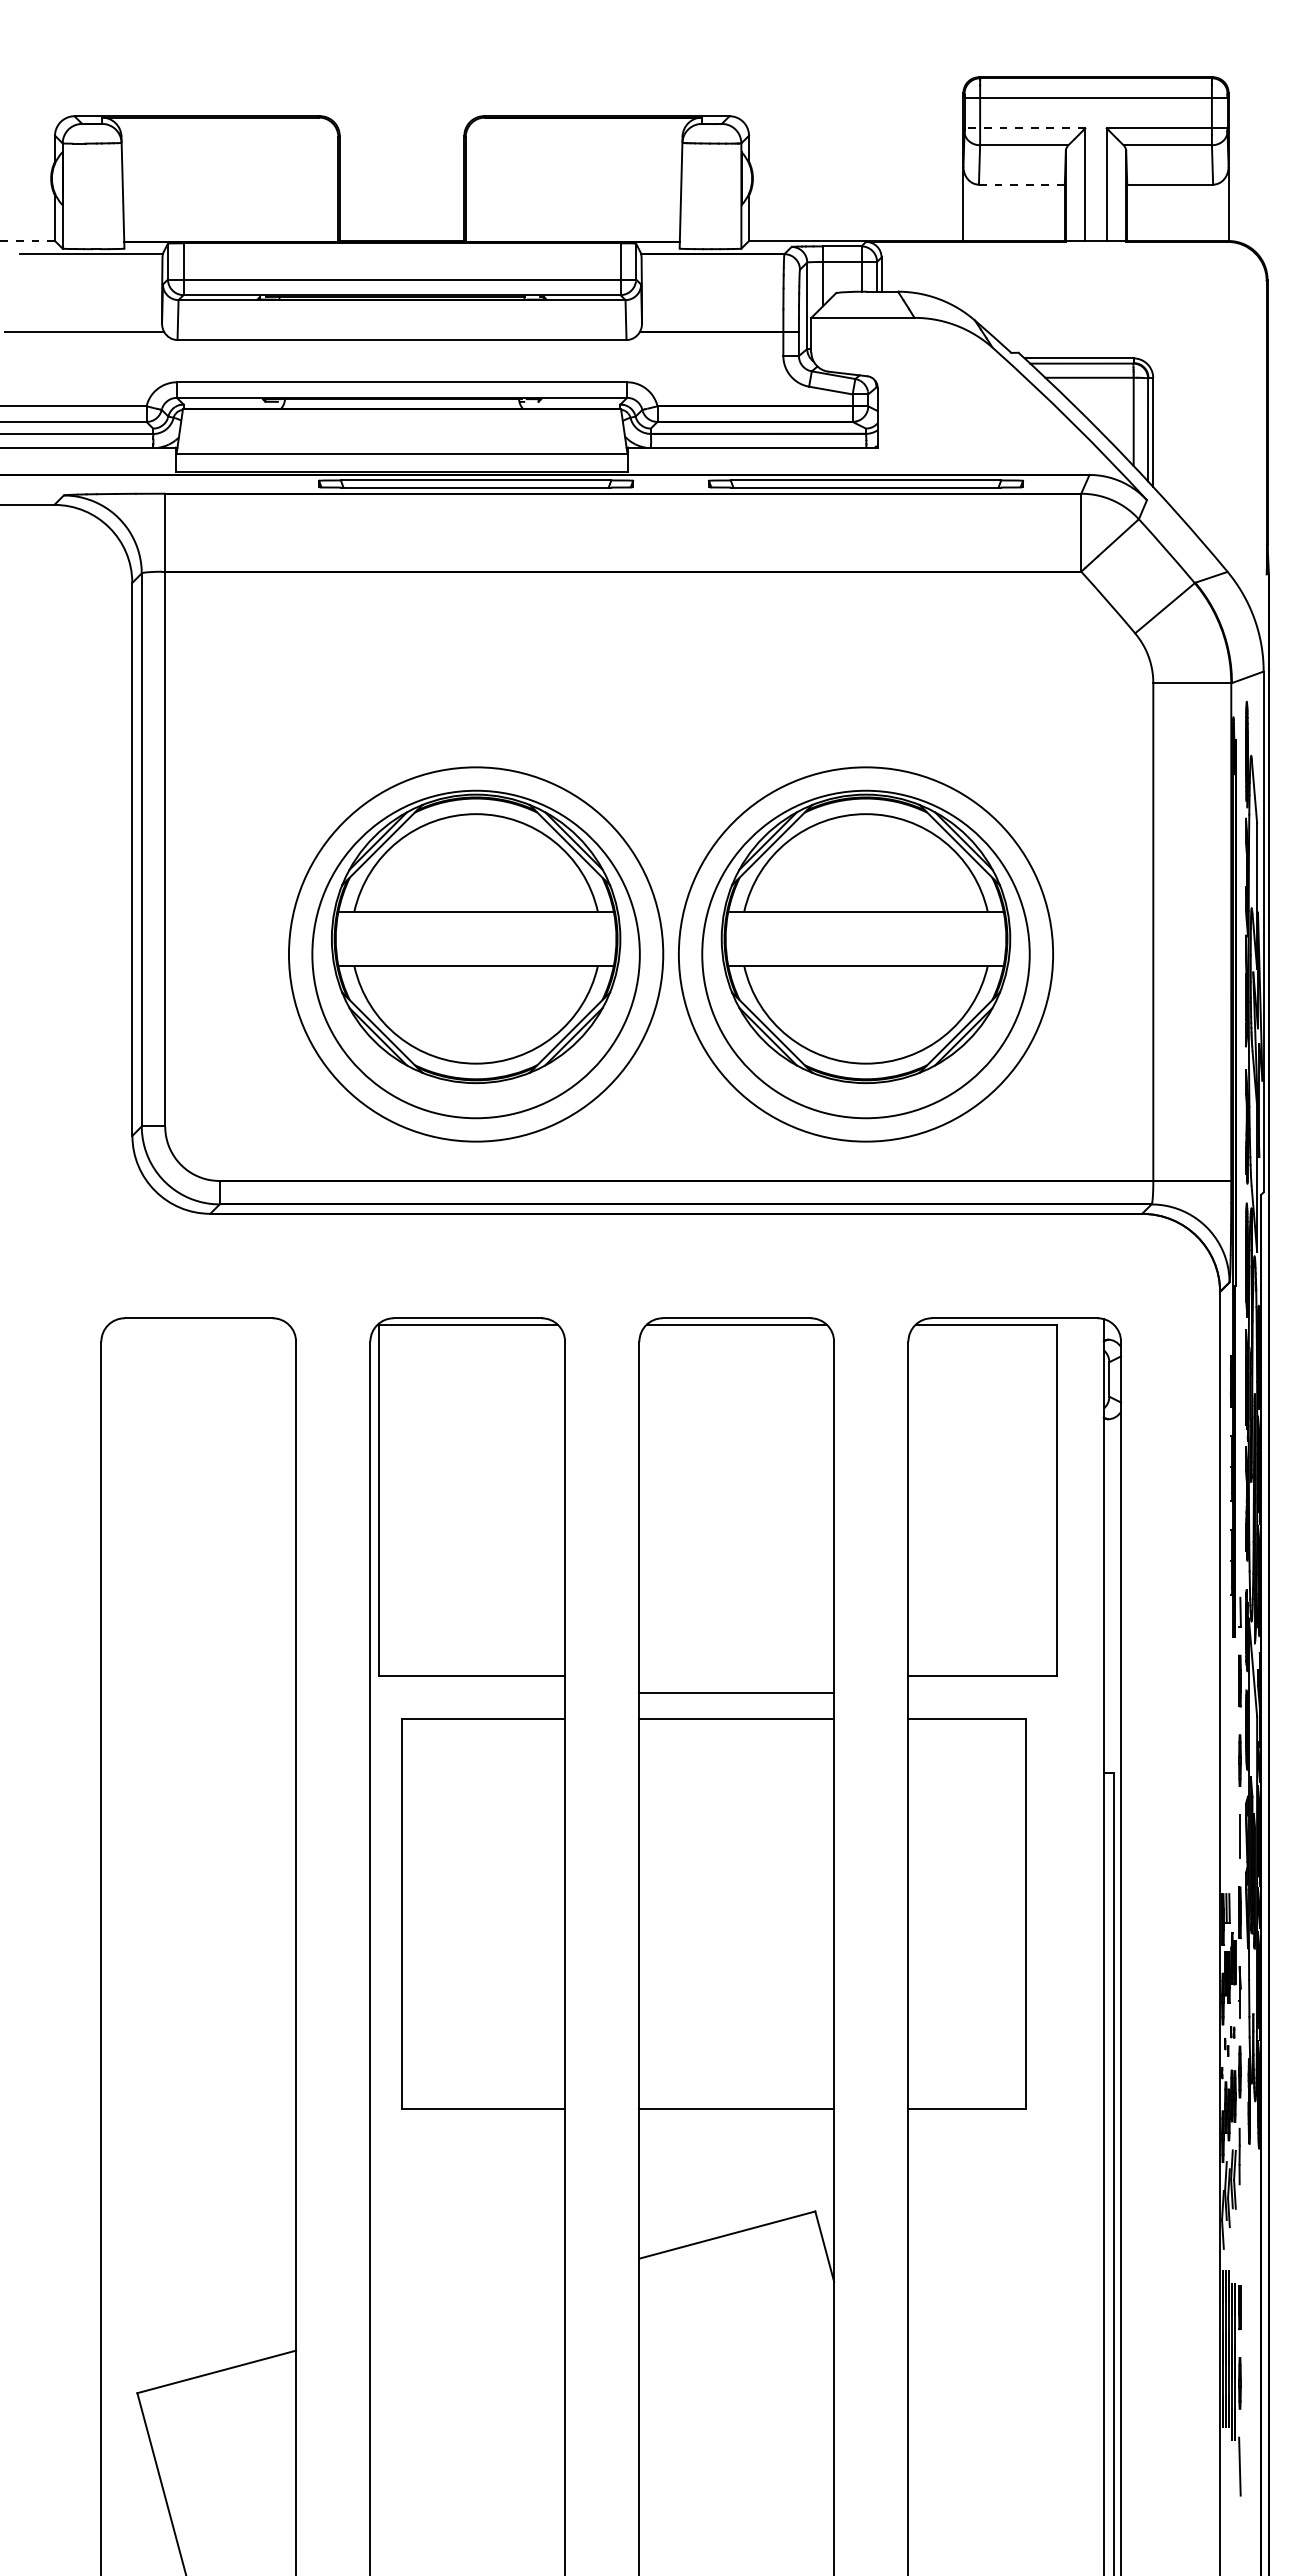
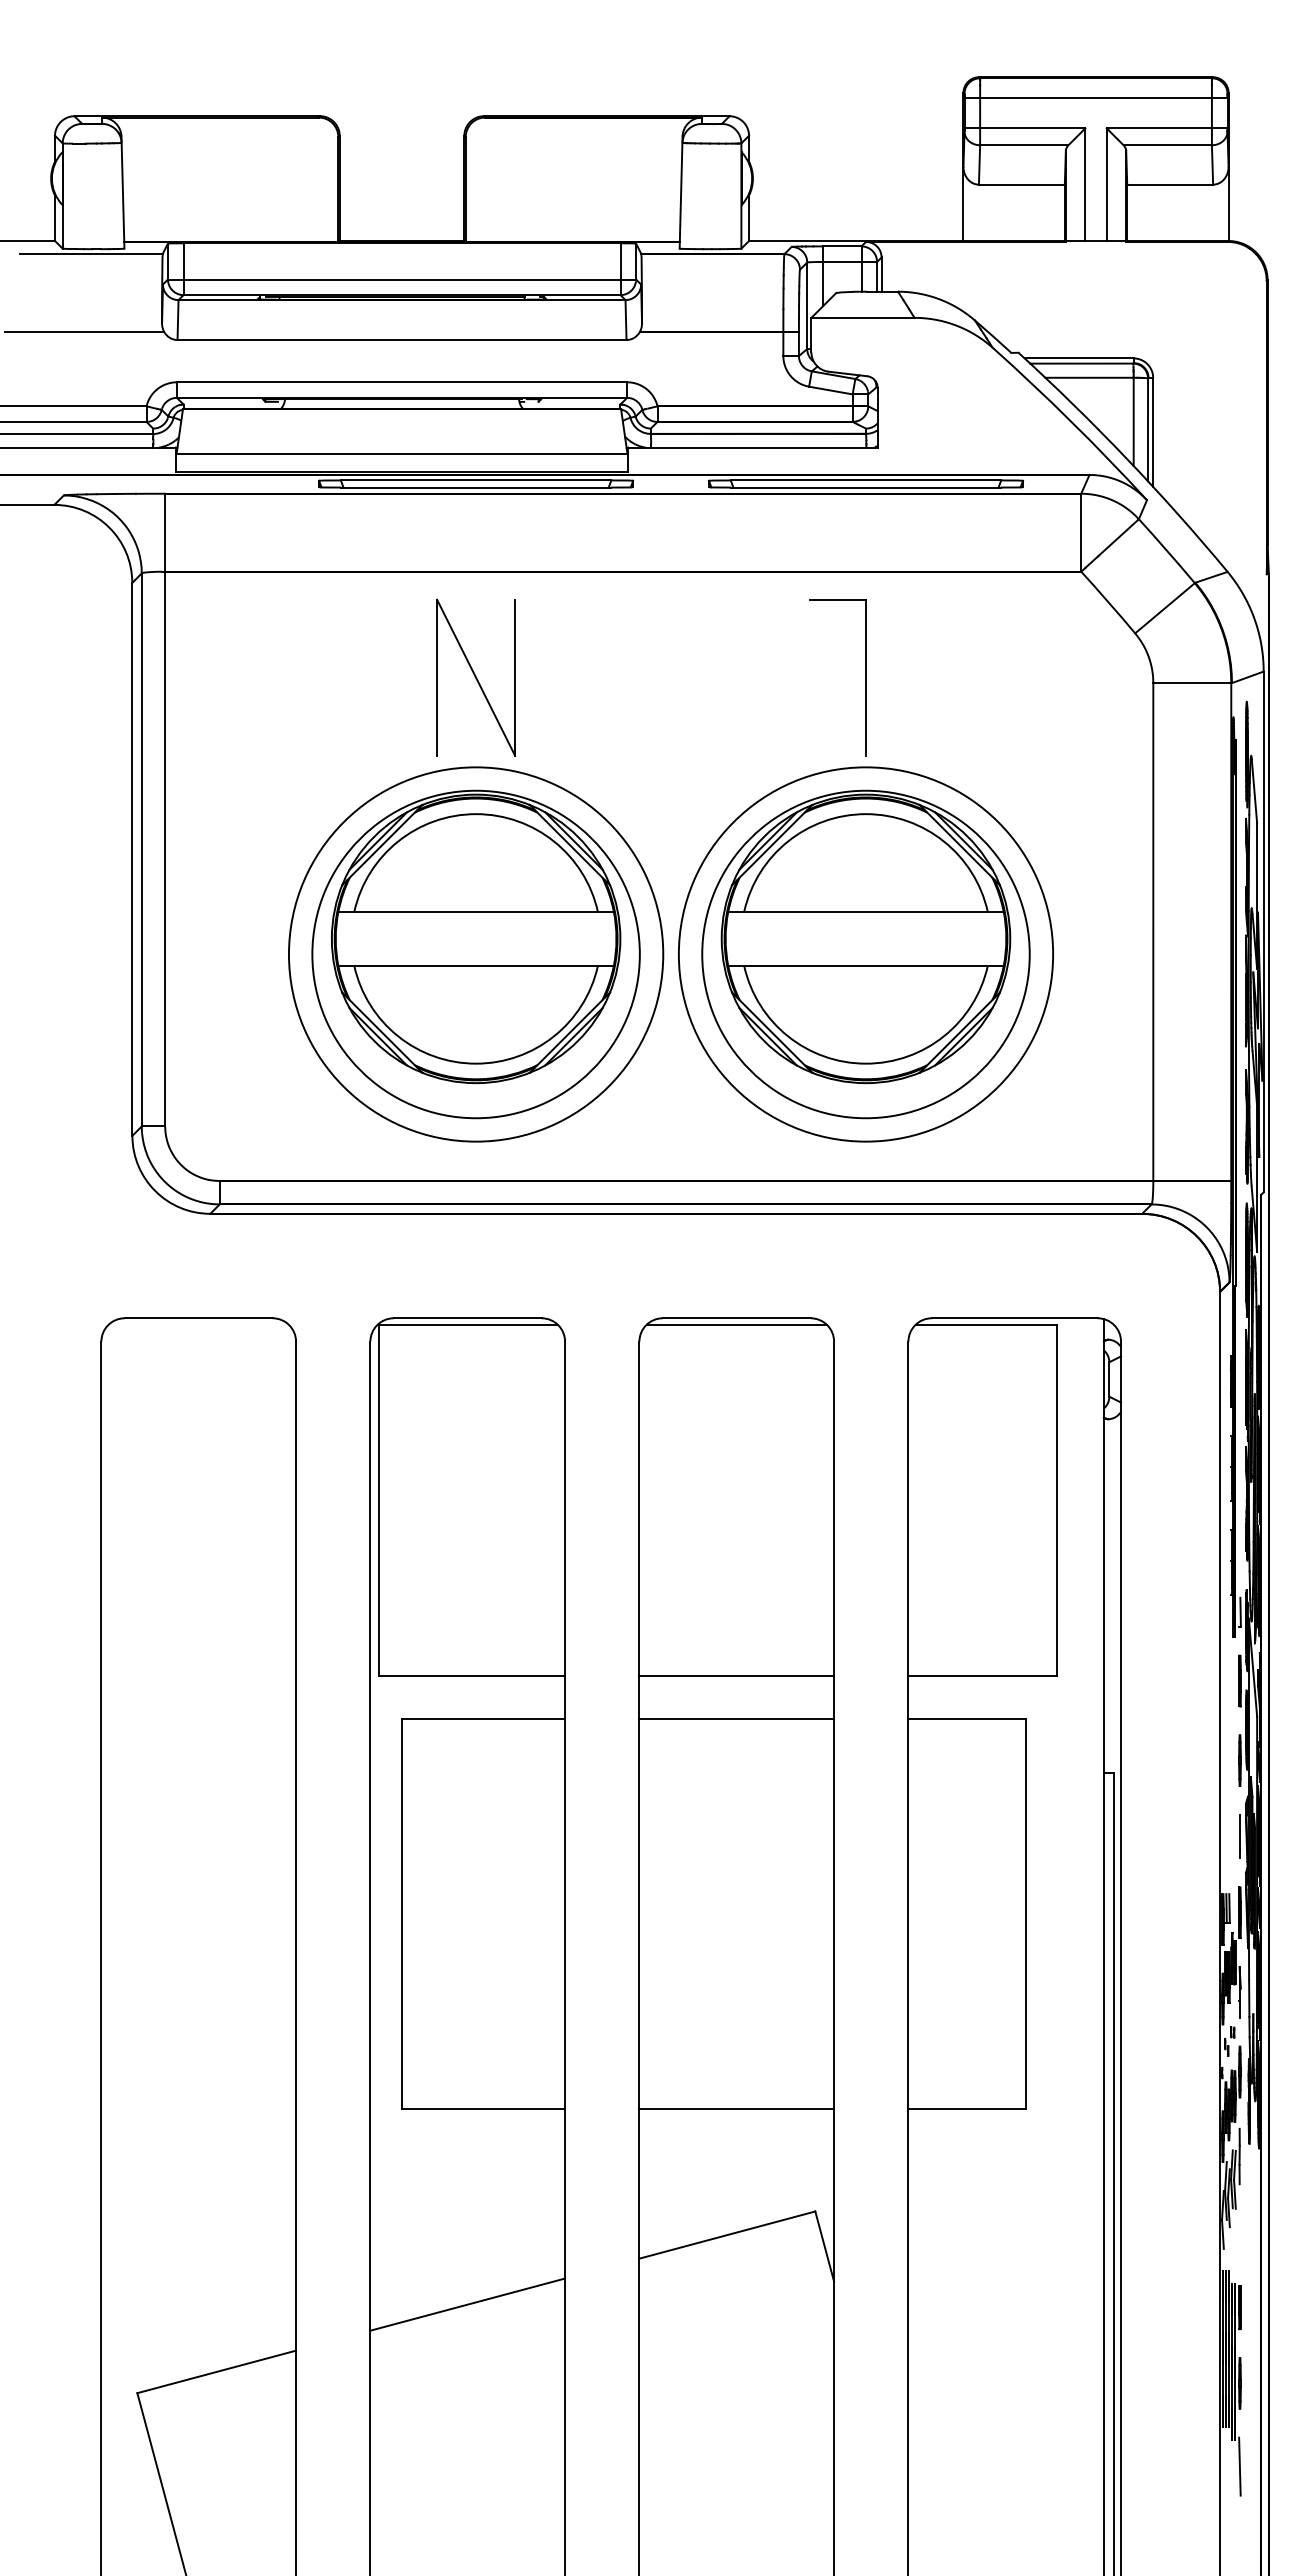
line at (1024, 128): dashed -> solid
line at (1021, 184): dashed -> solid
line at (27, 241): dashed -> solid
part at (475, 677): none -> present
part at (865, 677): none -> present
line at (736, 1692) position: (736, 1692) -> (736, 1675)
line at (467, 2304): none -> present
